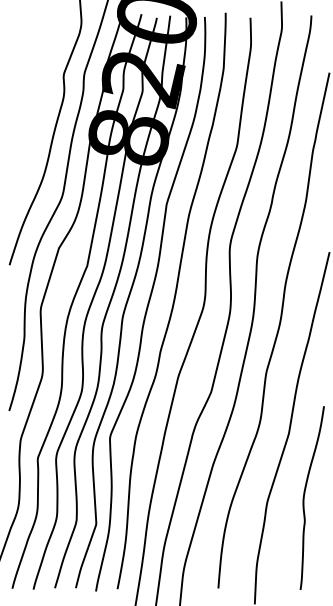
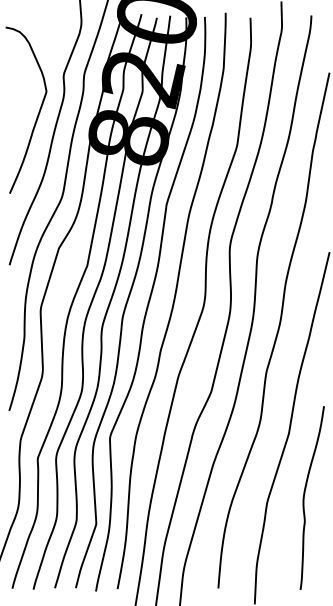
curve at (37, 114): none -> present
